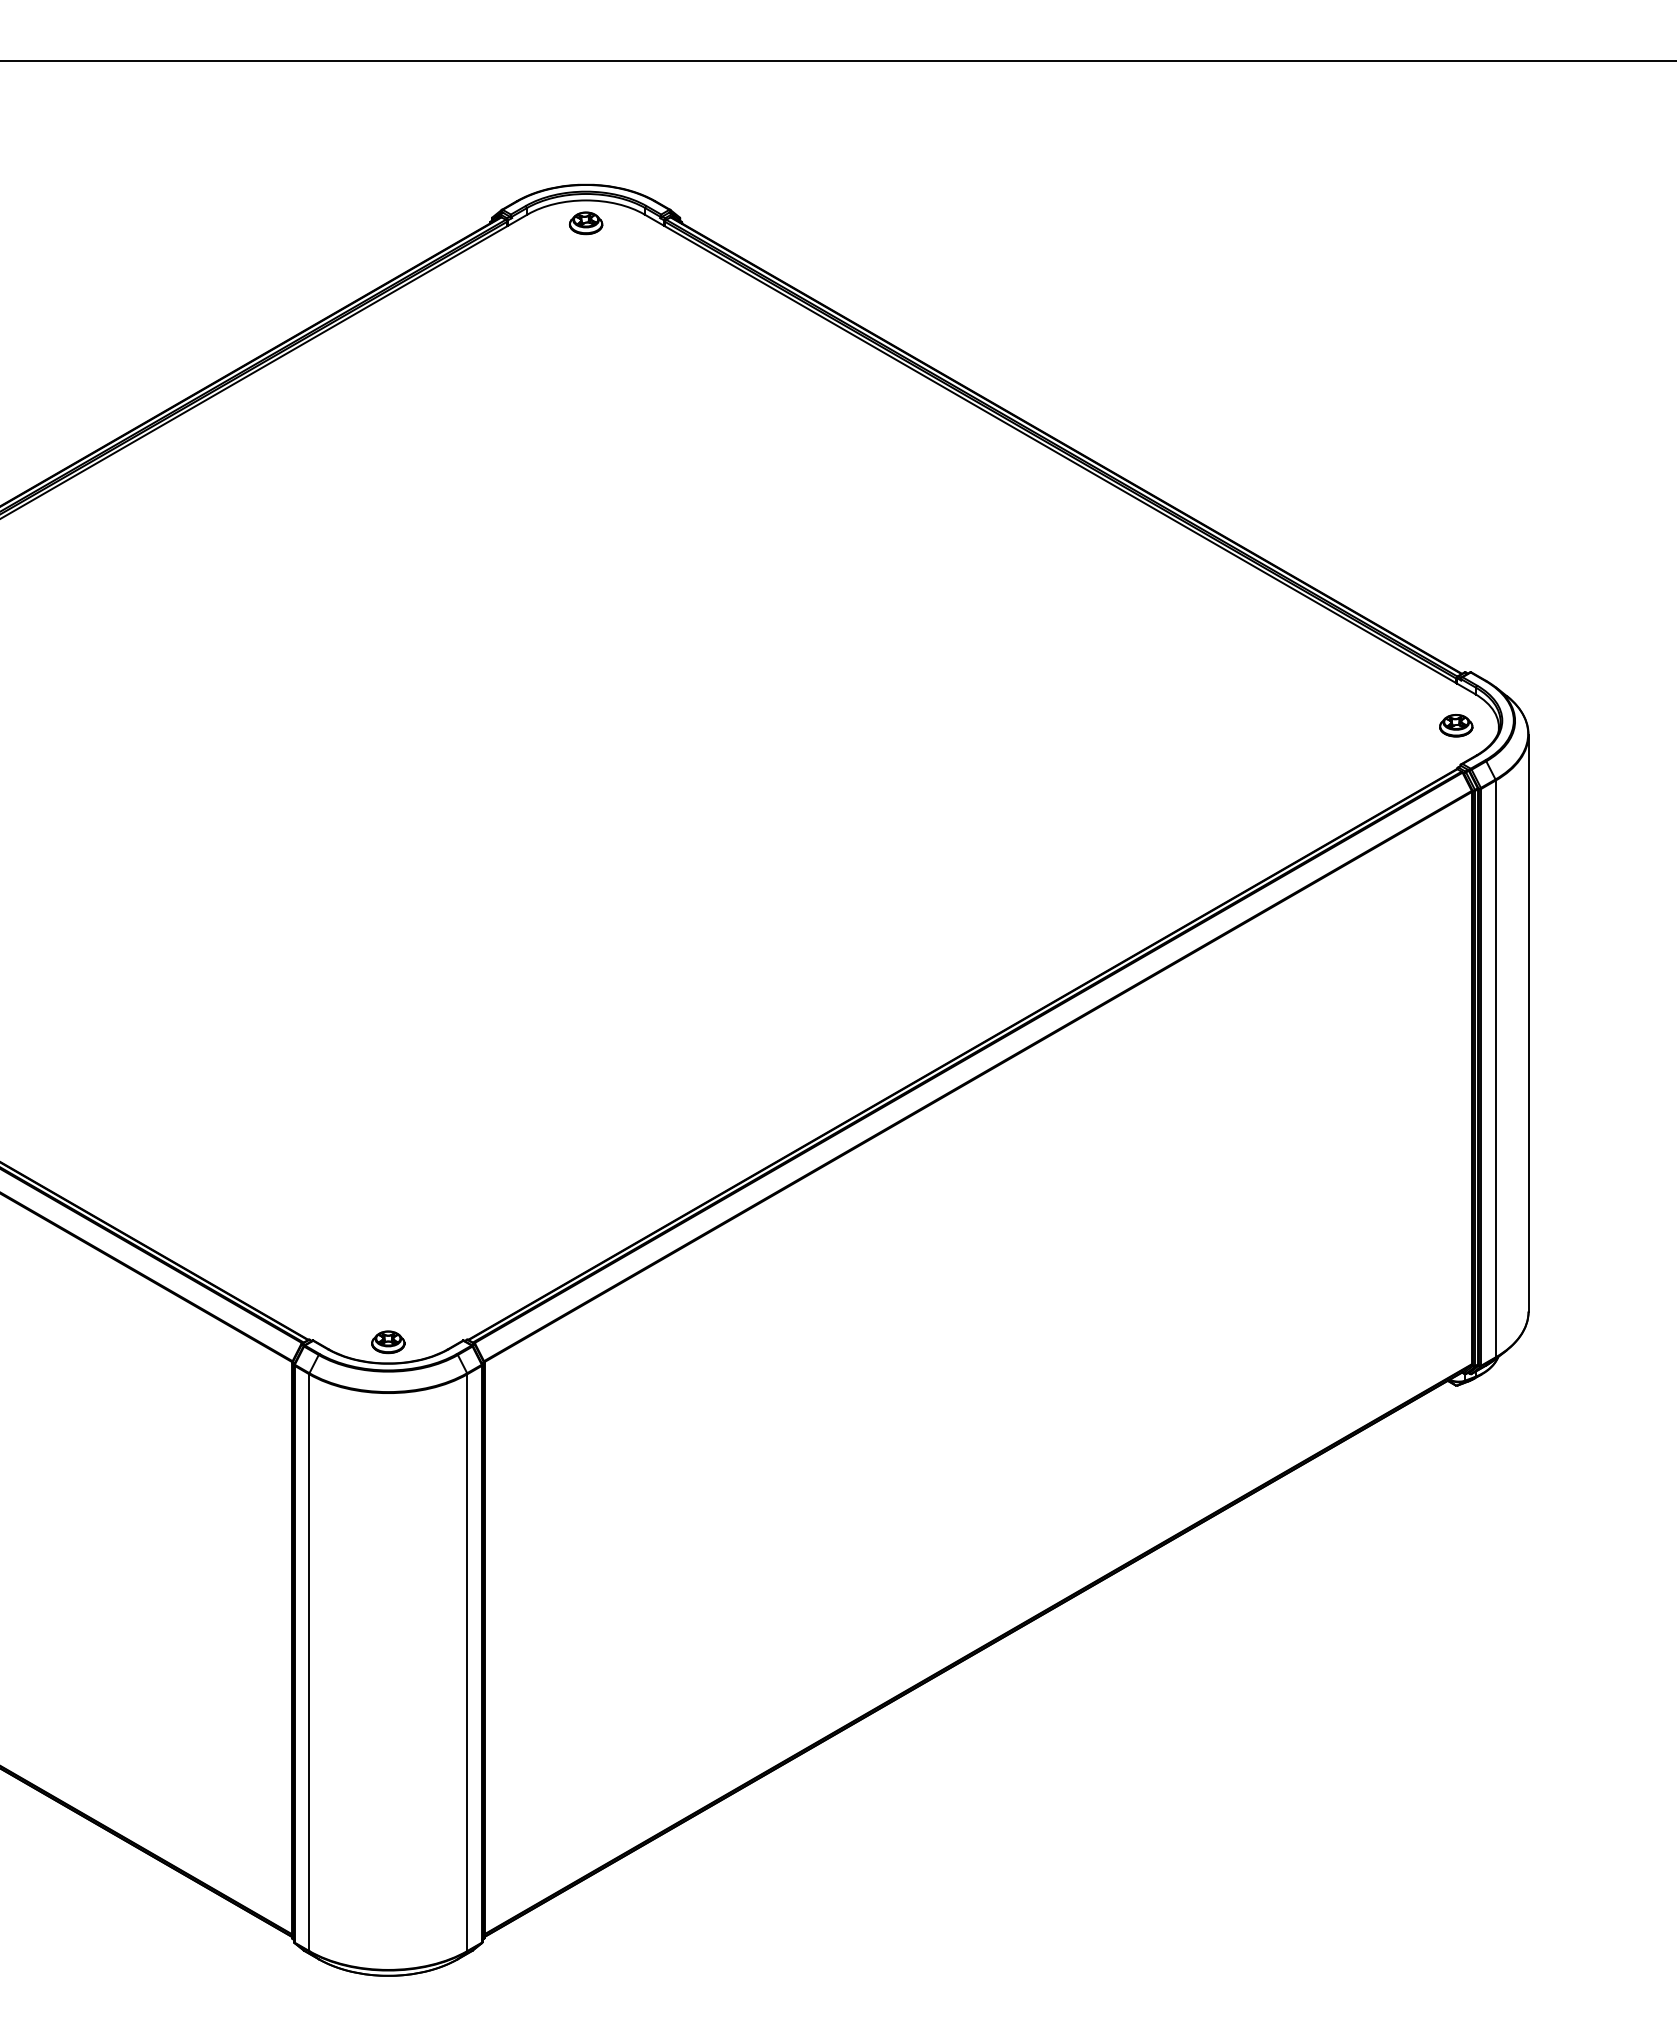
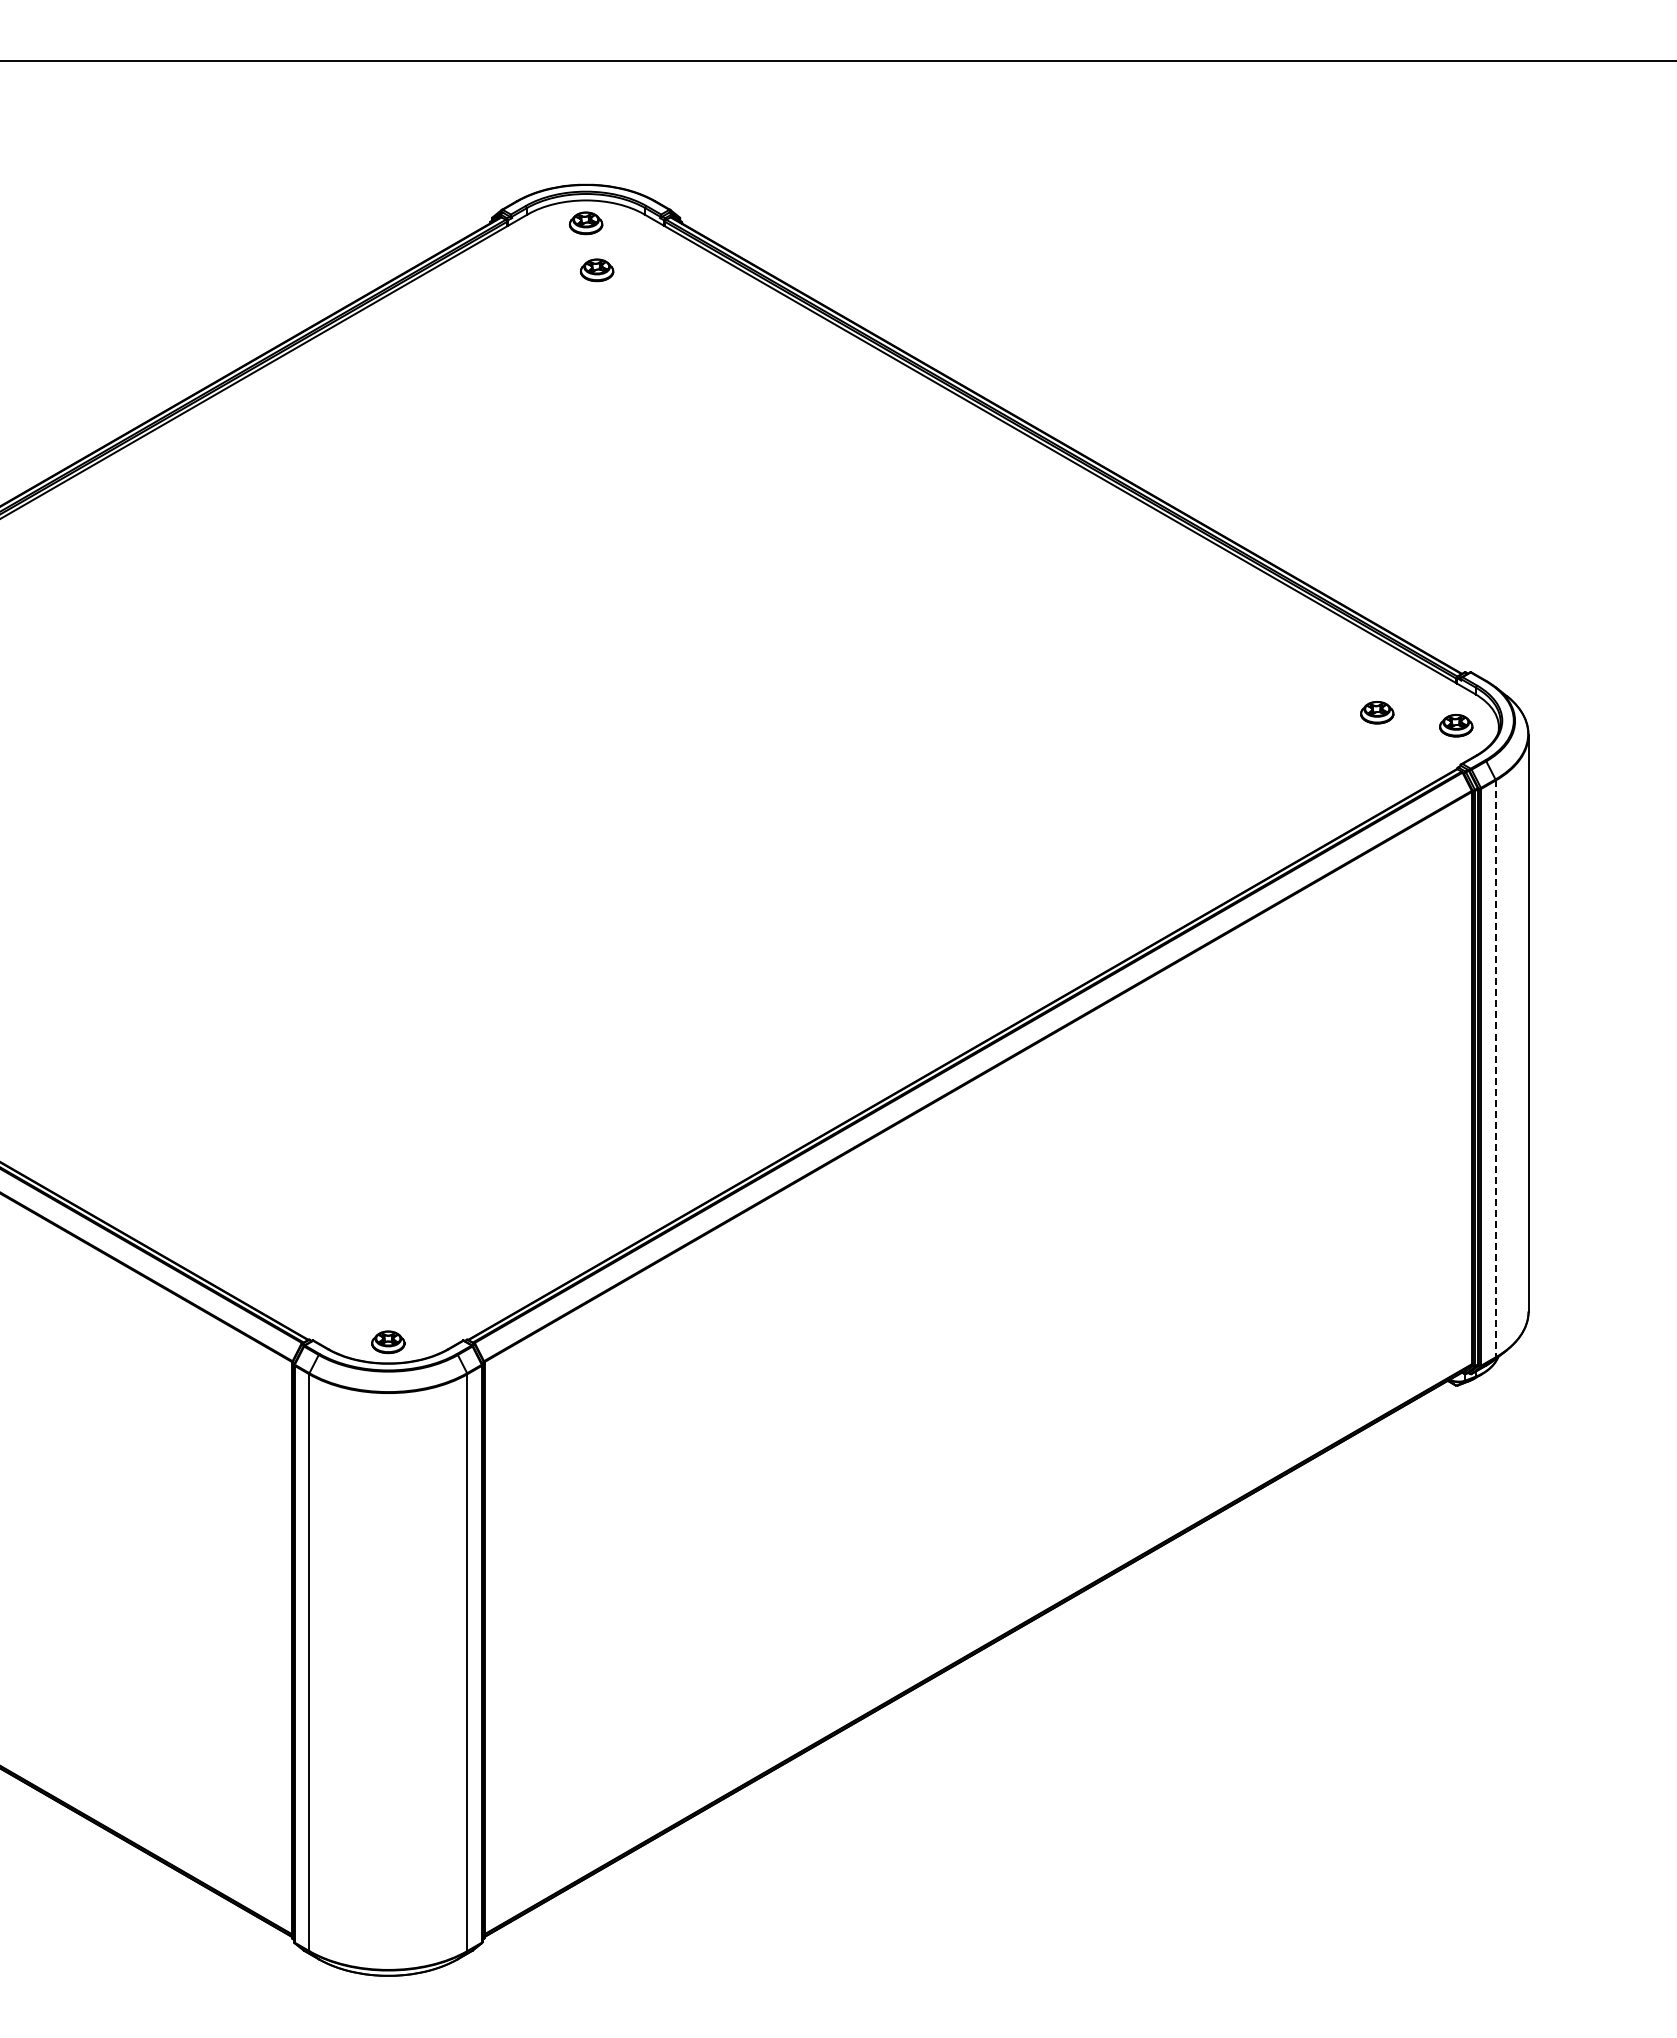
part at (597, 270): none -> present
part at (1377, 712): none -> present
line at (1495, 1069): solid -> dashed
